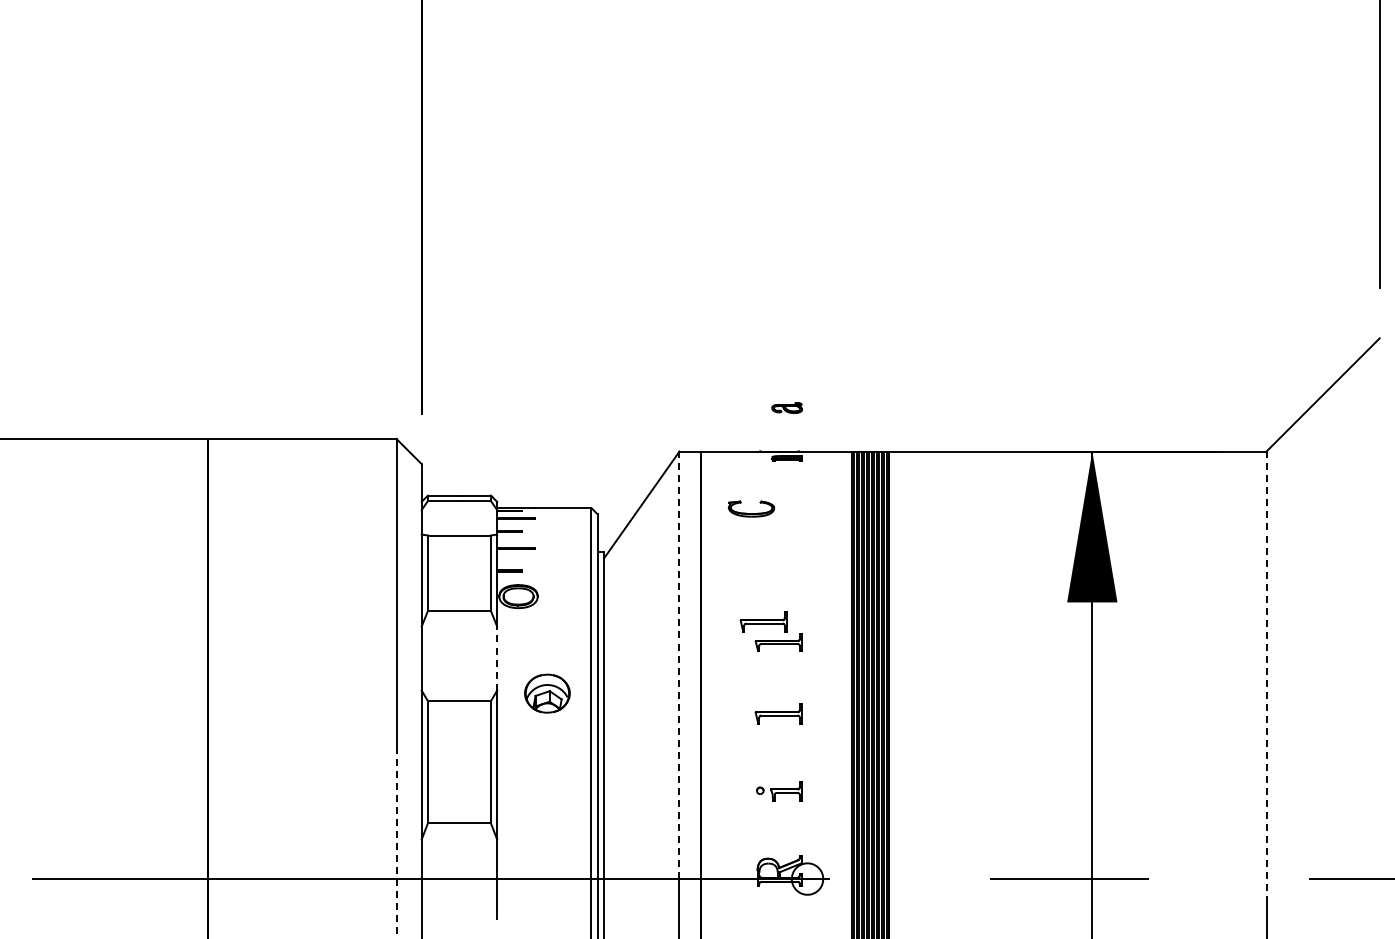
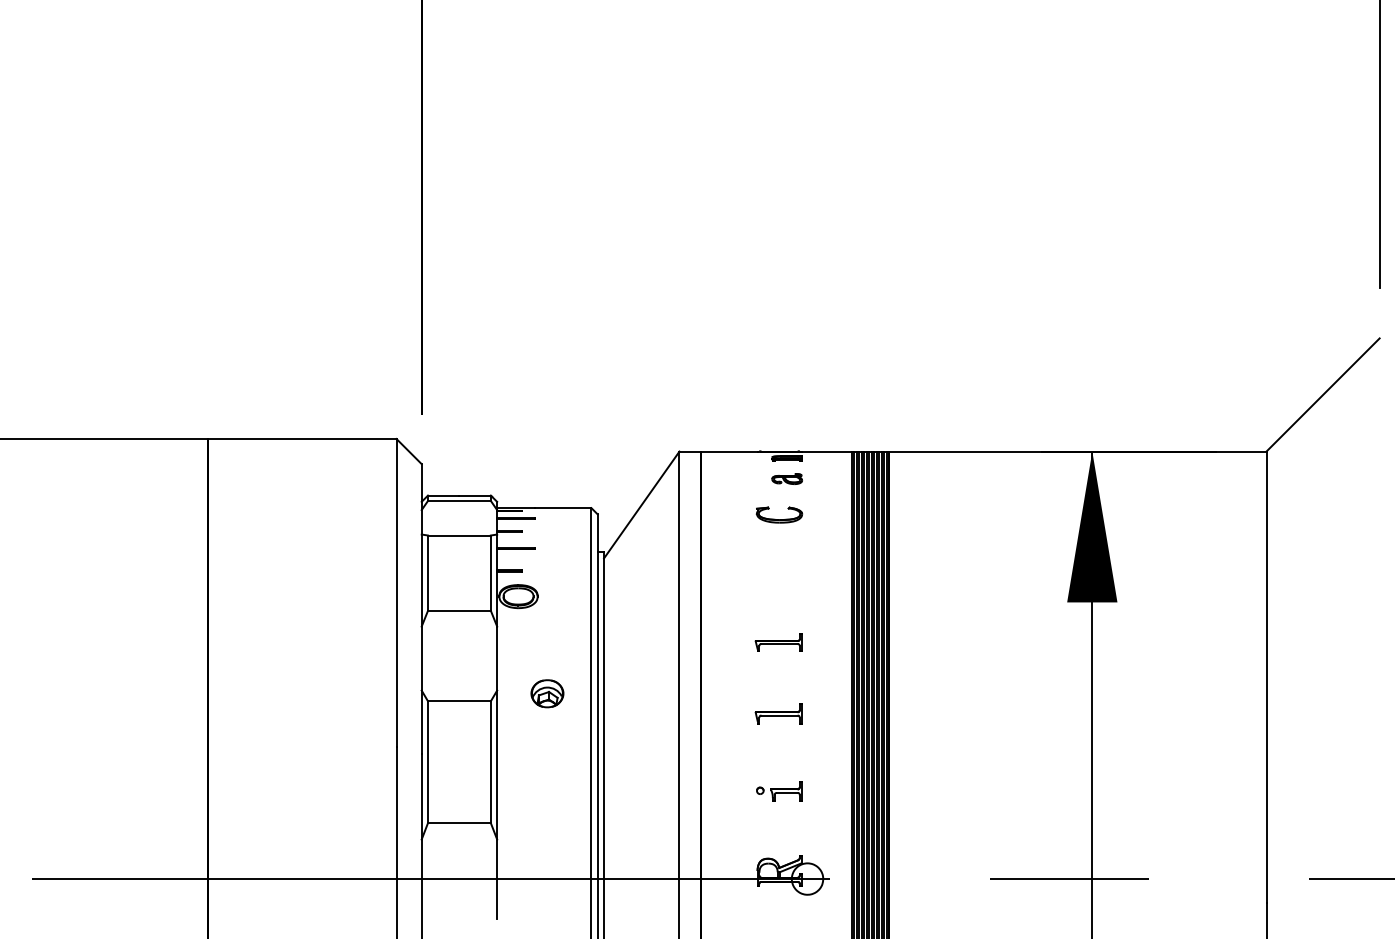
part at (786, 407) position: (786, 407) -> (786, 478)
part at (751, 508) position: (751, 508) -> (779, 514)
part at (763, 621): present -> none
line at (497, 658): dashed -> solid
line at (679, 665): dashed -> solid
line at (1266, 677): dashed -> solid
part at (547, 693) size: 47x41 px -> 35x30 px
line at (396, 842): dashed -> solid
